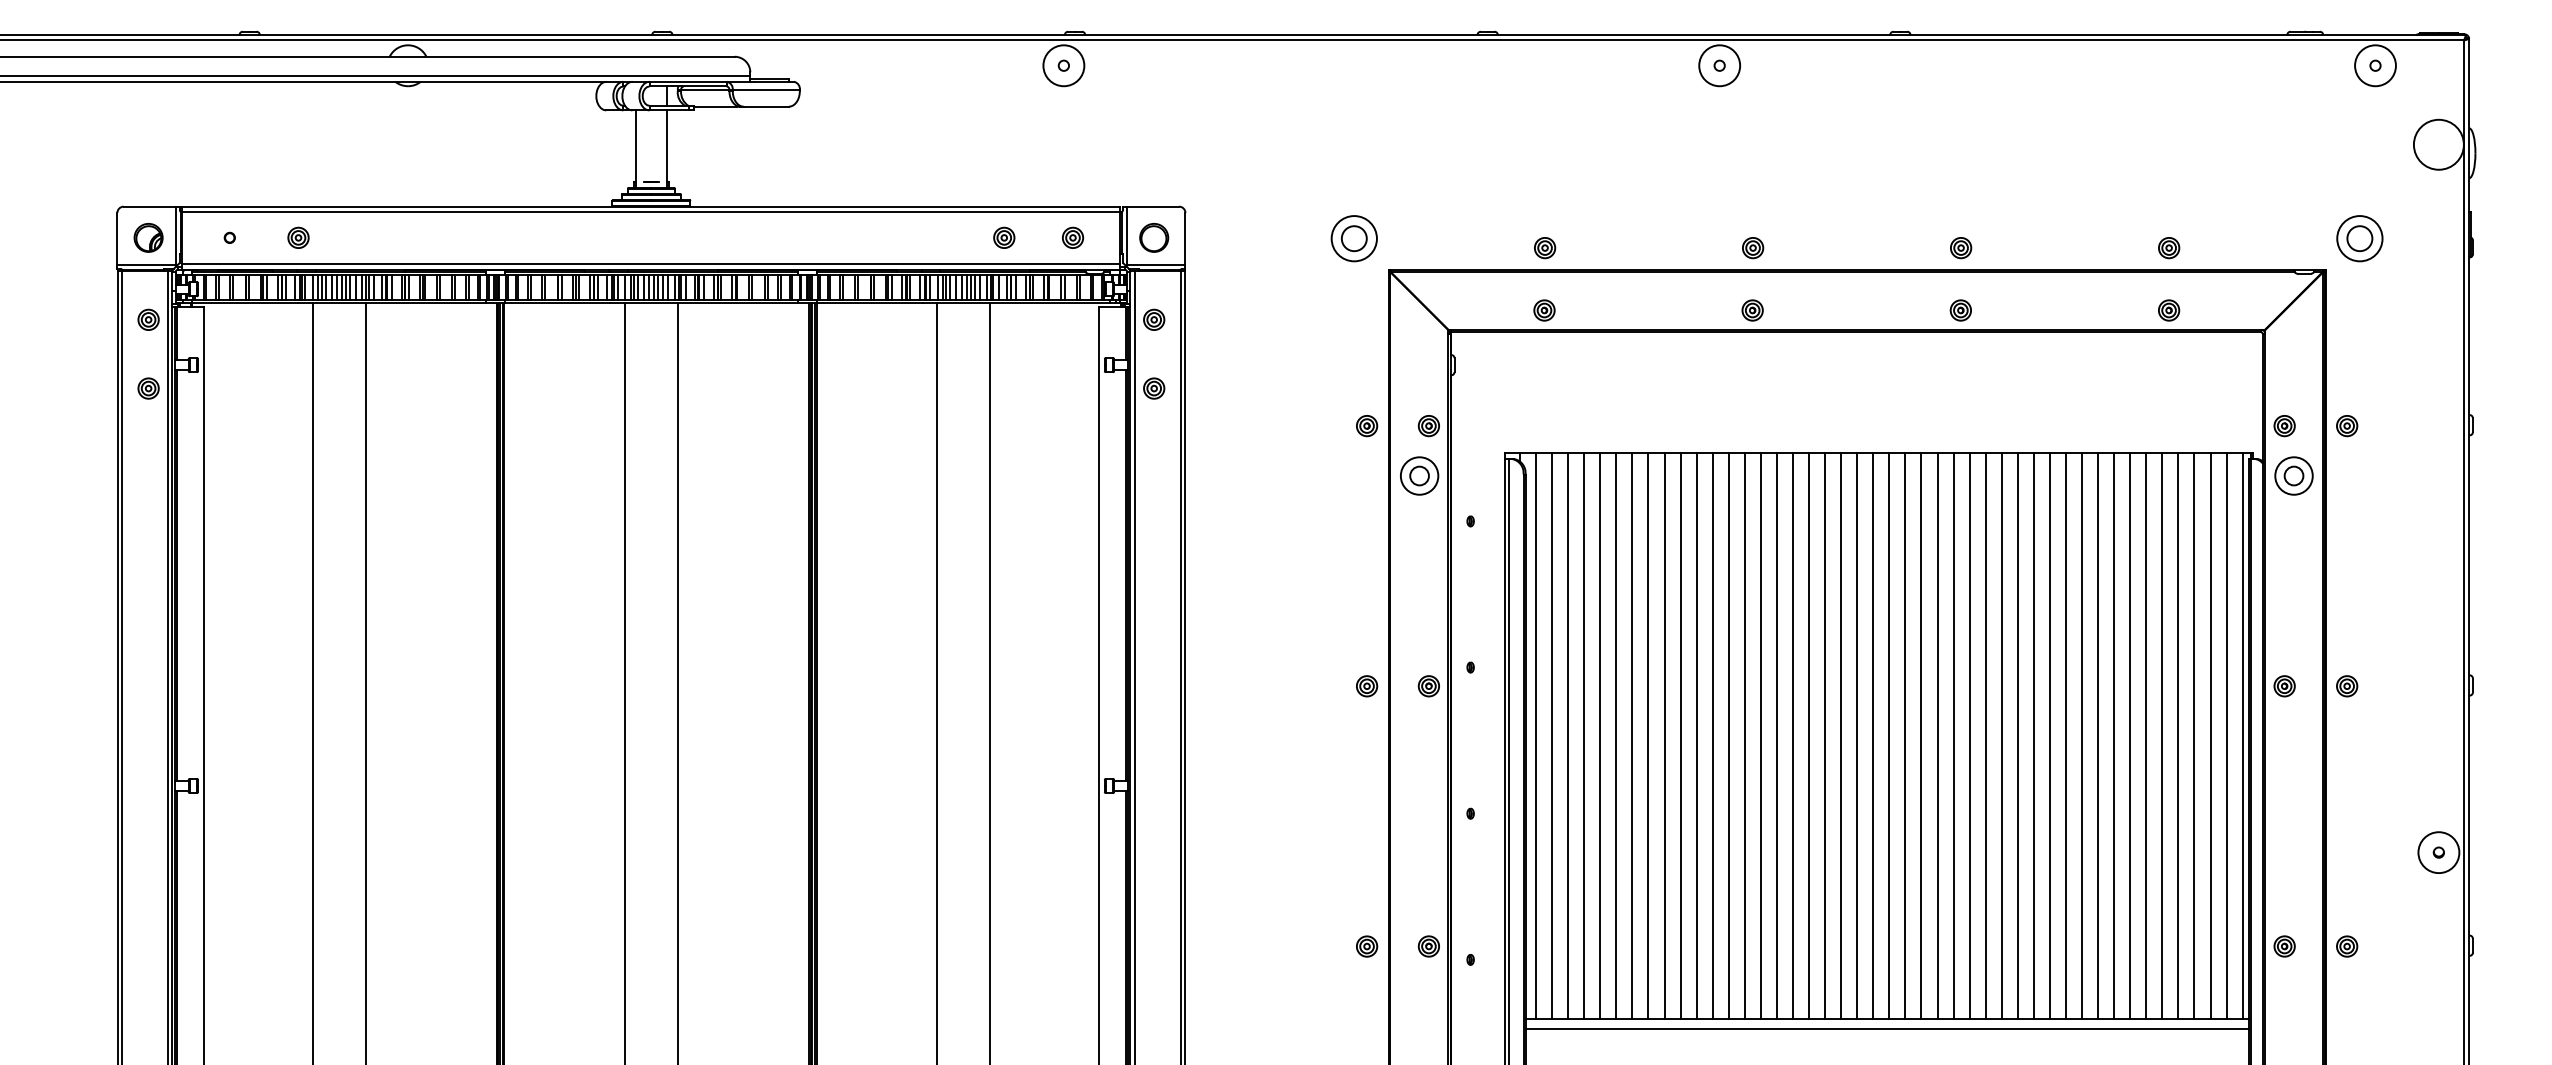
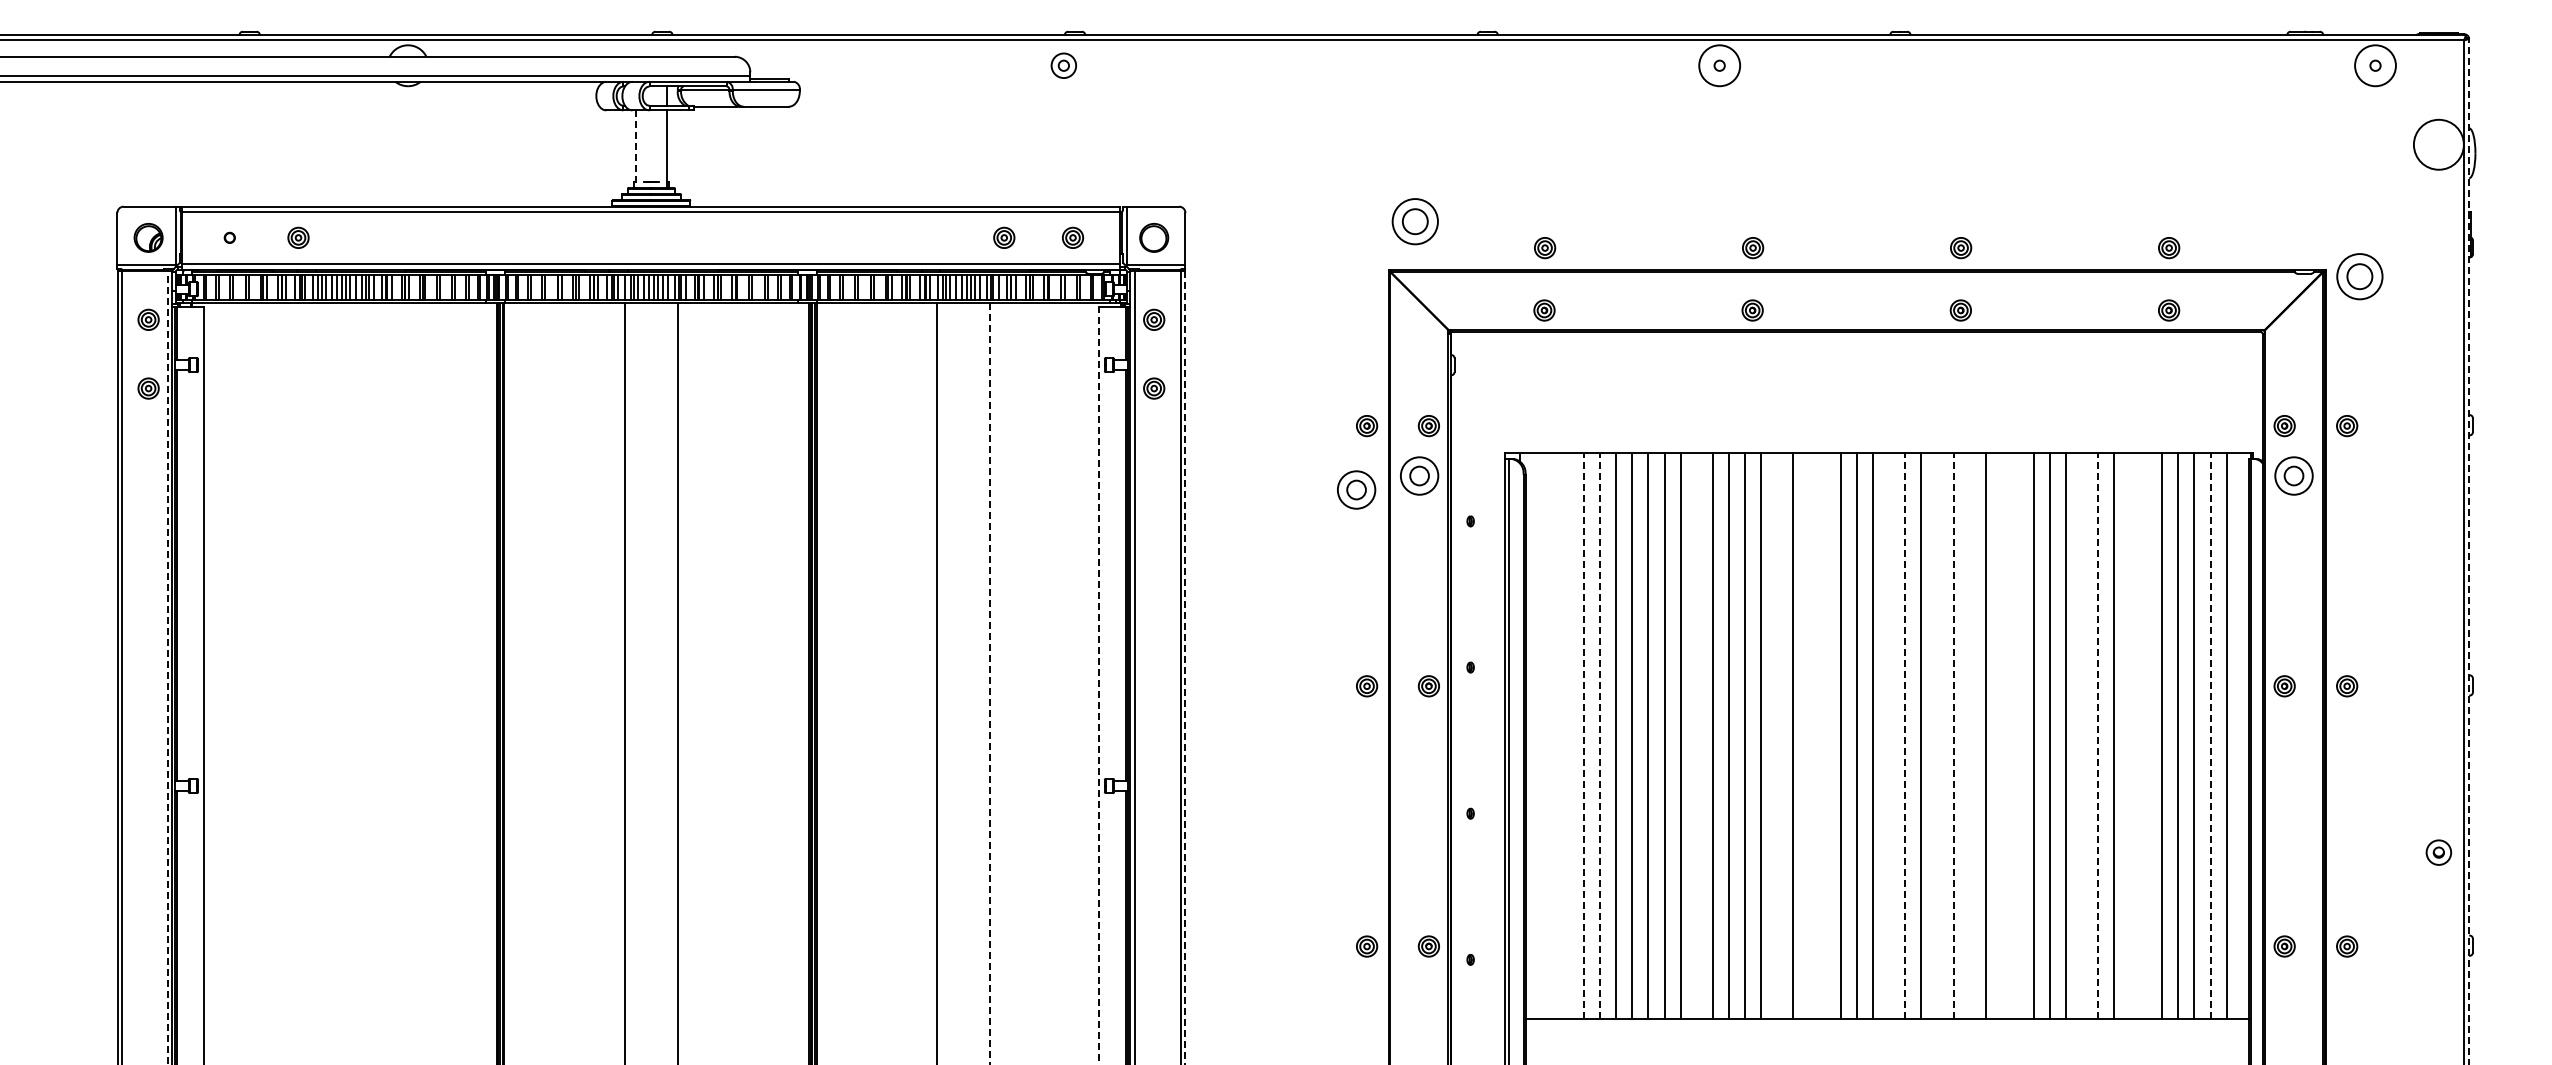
circle at (1063, 65) diameter: 41 px -> 25 px
line at (635, 149): solid -> dashed
part at (1353, 238) position: (1353, 238) -> (1414, 221)
part at (2359, 238) position: (2359, 238) -> (2359, 276)
part at (1356, 489): none -> present
line at (2469, 551): solid -> dashed
line at (167, 667): solid -> dashed
line at (1185, 668): solid -> dashed
line at (312, 682): present -> none
line at (365, 682): present -> none
line at (990, 684): solid -> dashed
line at (1099, 685): solid -> dashed
line at (1536, 735): present -> none
line at (1552, 735): present -> none
line at (1568, 735): present -> none
line at (1584, 735): solid -> dashed
line at (1600, 735): solid -> dashed
line at (1696, 735): present -> none
line at (1776, 735): present -> none
line at (1809, 735): present -> none
line at (1825, 735): present -> none
line at (1889, 735): present -> none
line at (1905, 735): solid -> dashed
line at (1937, 735): present -> none
line at (1953, 735): solid -> dashed
line at (1969, 735): present -> none
line at (2001, 735): present -> none
line at (2017, 735): present -> none
line at (2082, 735): present -> none
line at (2098, 735): solid -> dashed
line at (2130, 735): present -> none
line at (2146, 735): present -> none
line at (2210, 735): solid -> dashed
line at (2242, 735): present -> none
circle at (2438, 852) diameter: 41 px -> 25 px
line at (1887, 1028): present -> none
